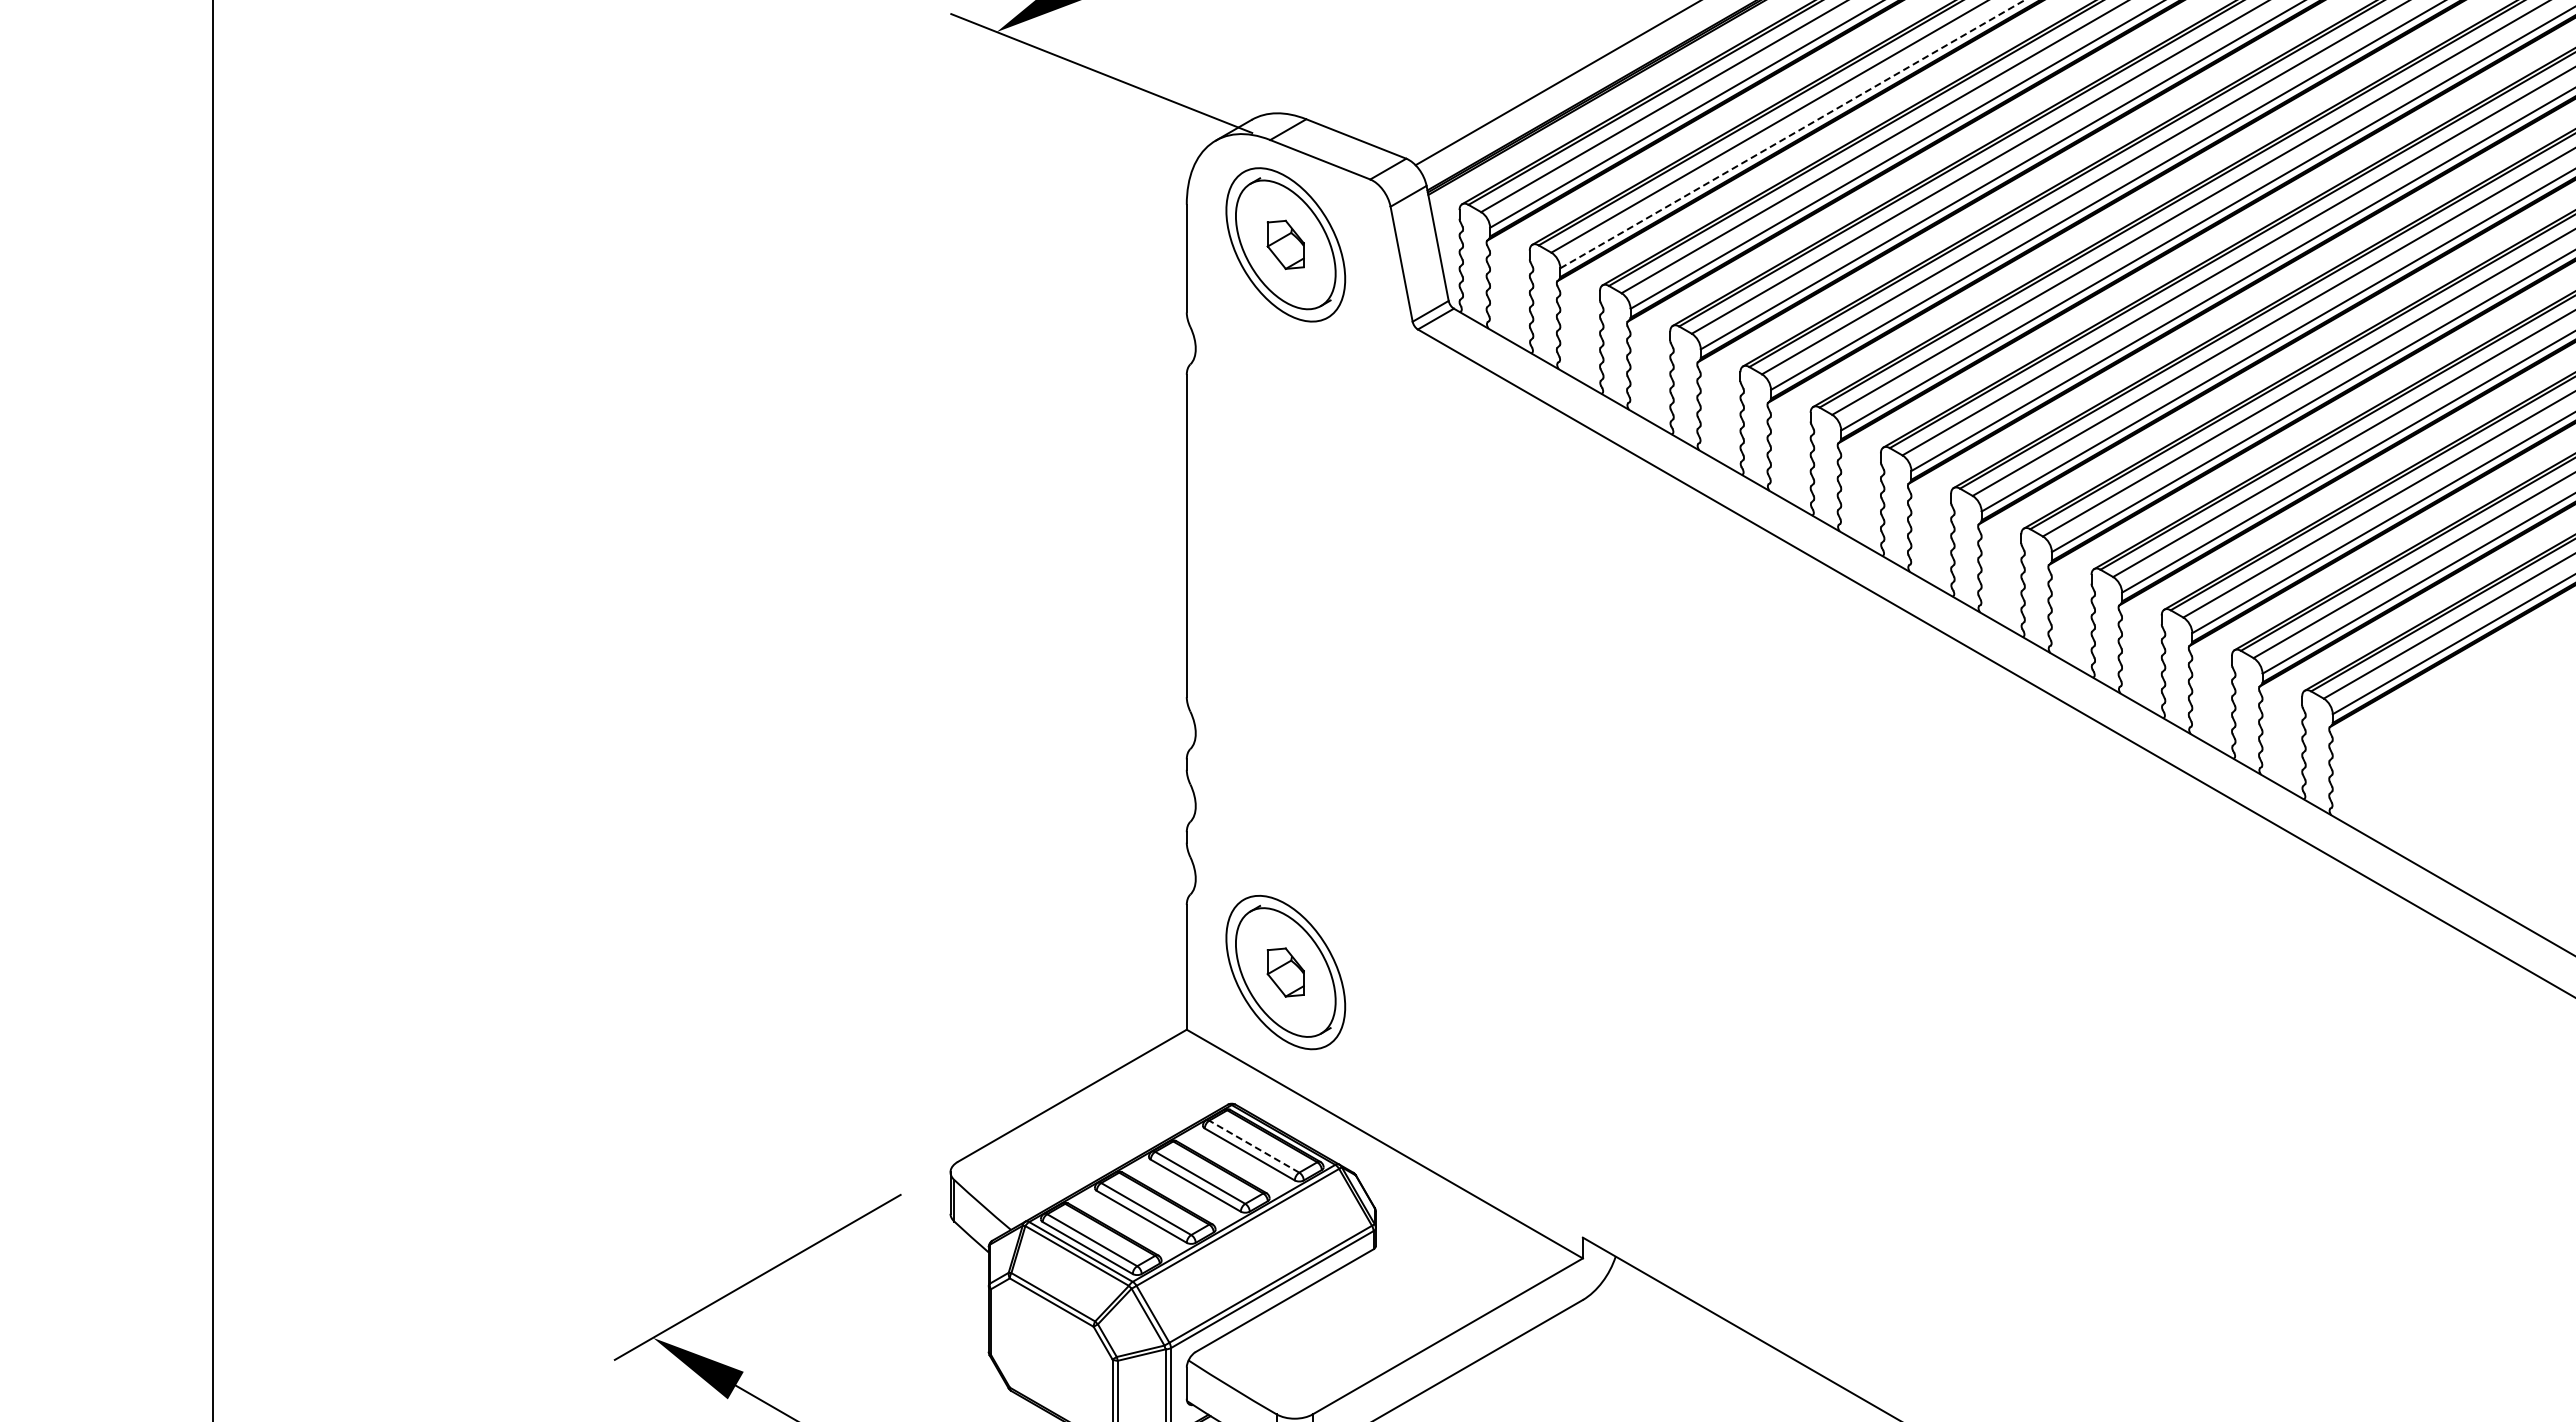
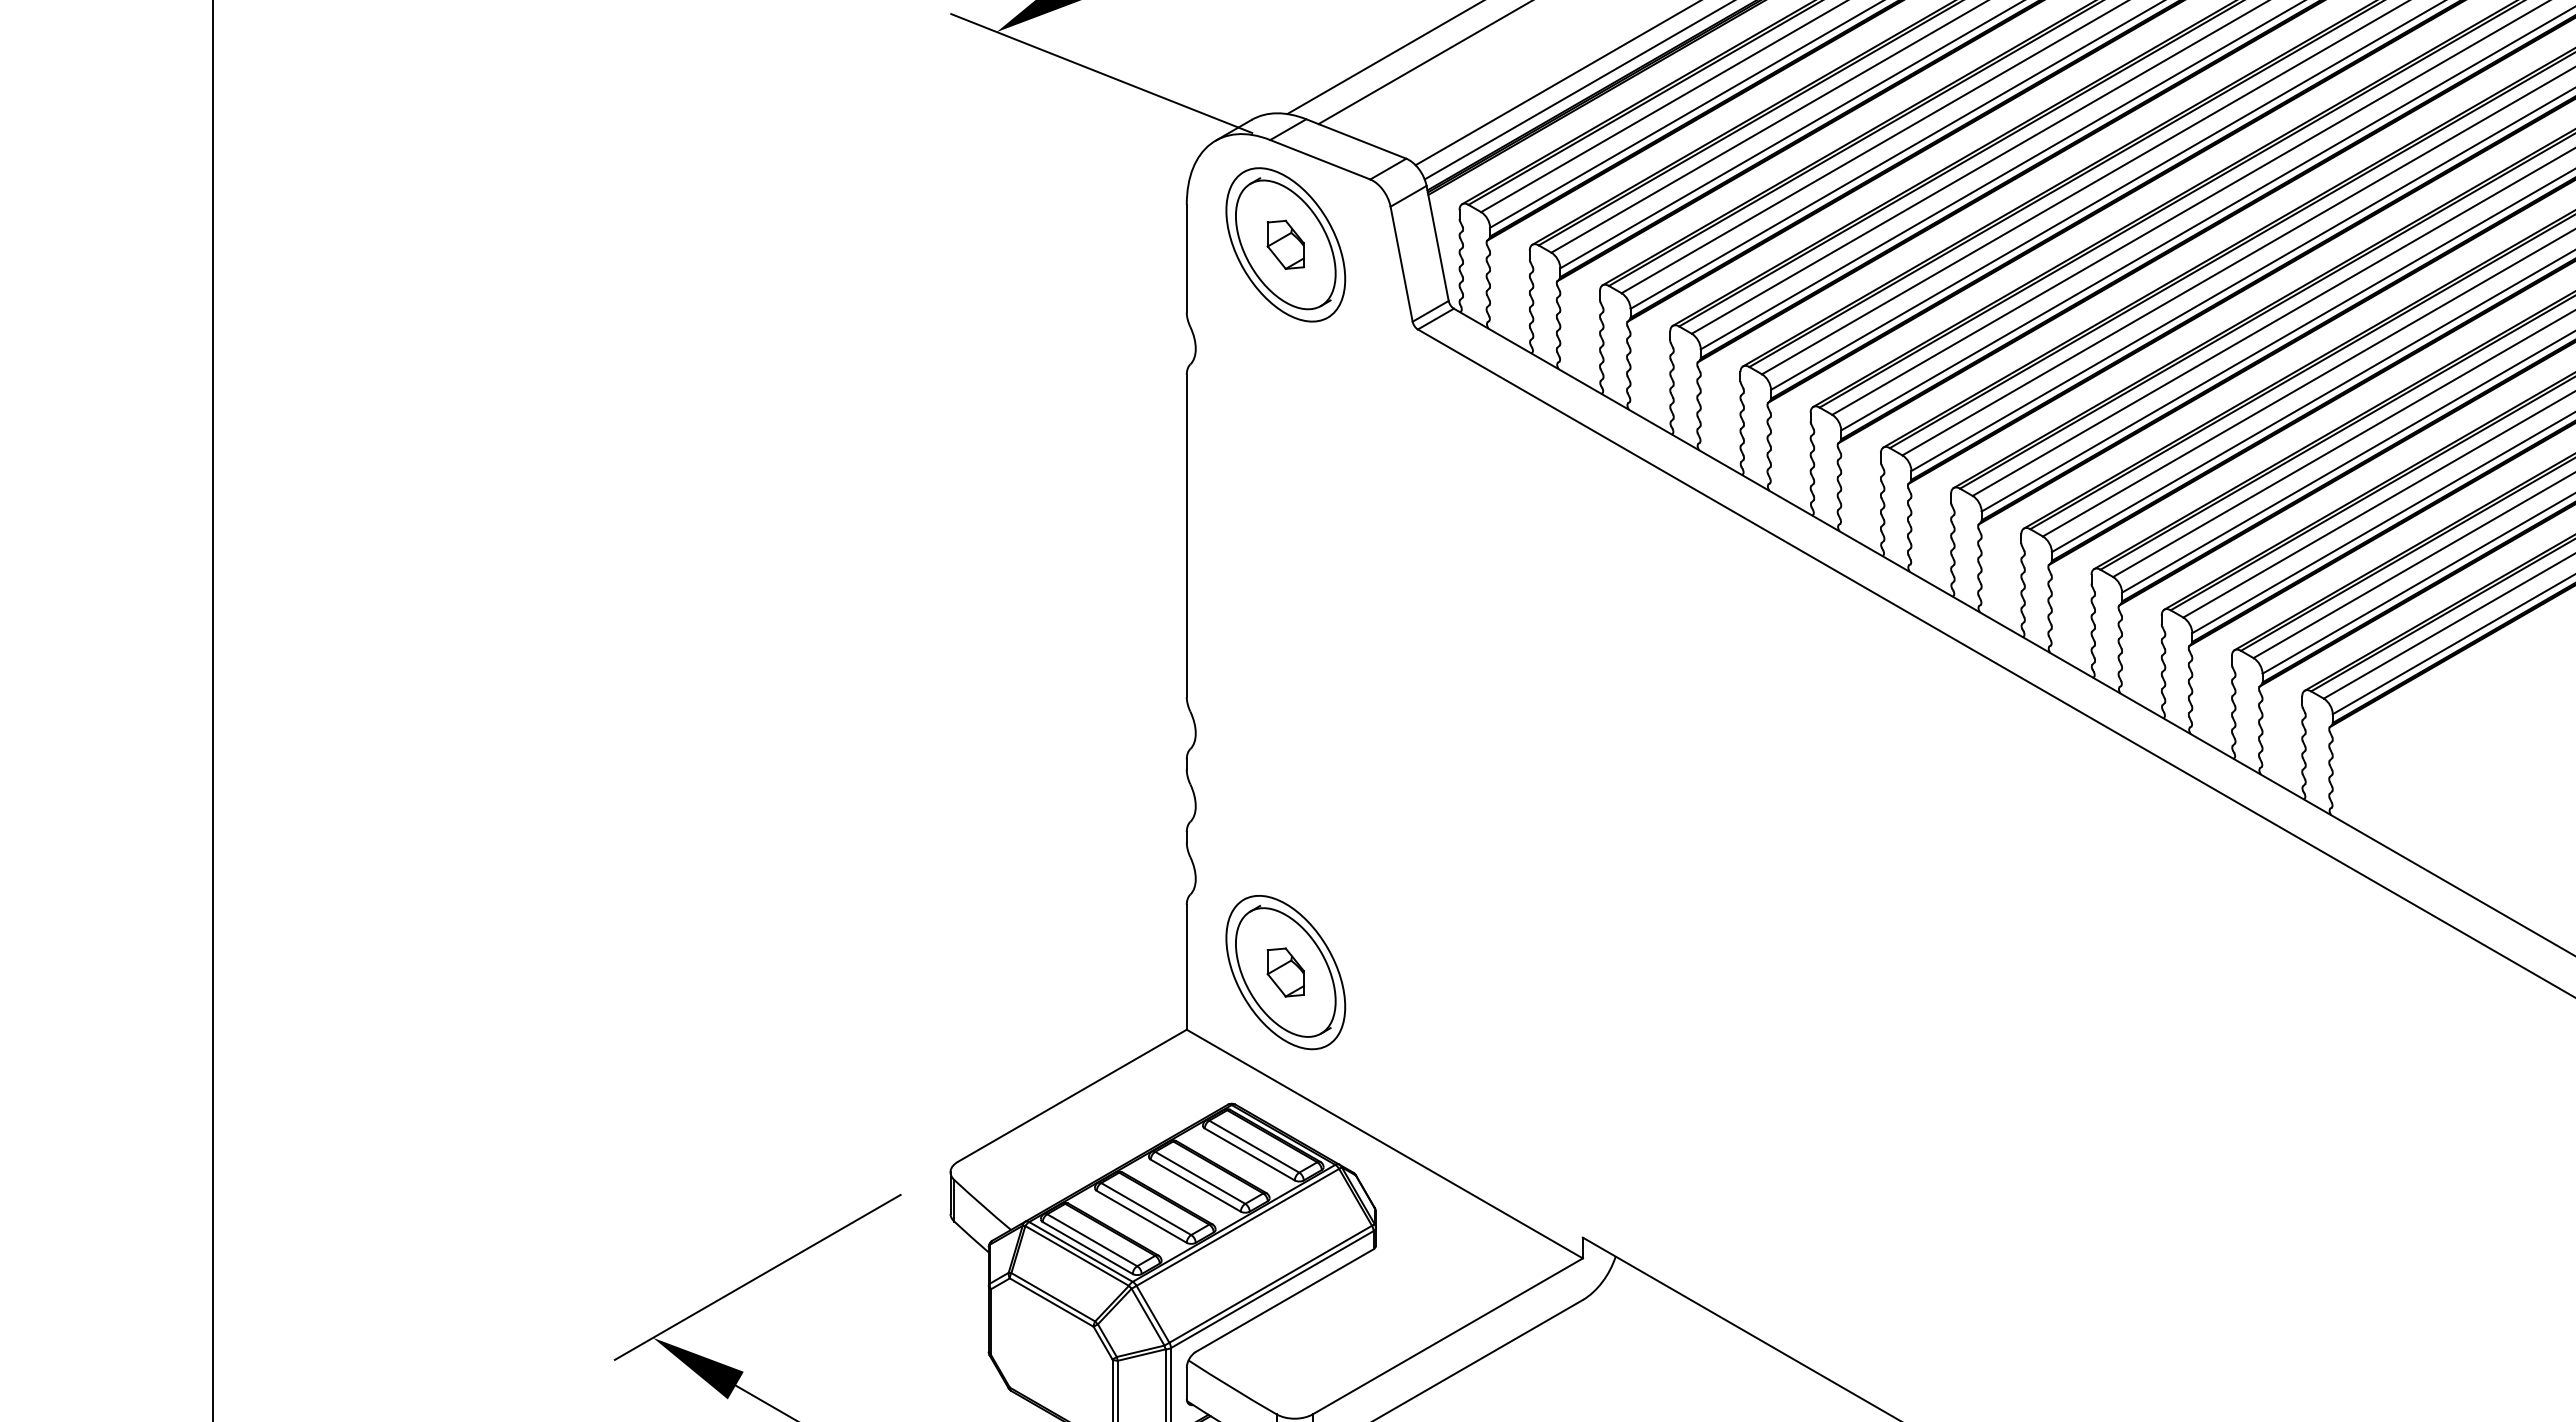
line at (1384, 58): none -> present
line at (1423, 63): none -> present
line at (1577, 90): none -> present
line at (1792, 134): dashed -> solid
line at (1254, 1146): dashed -> solid
